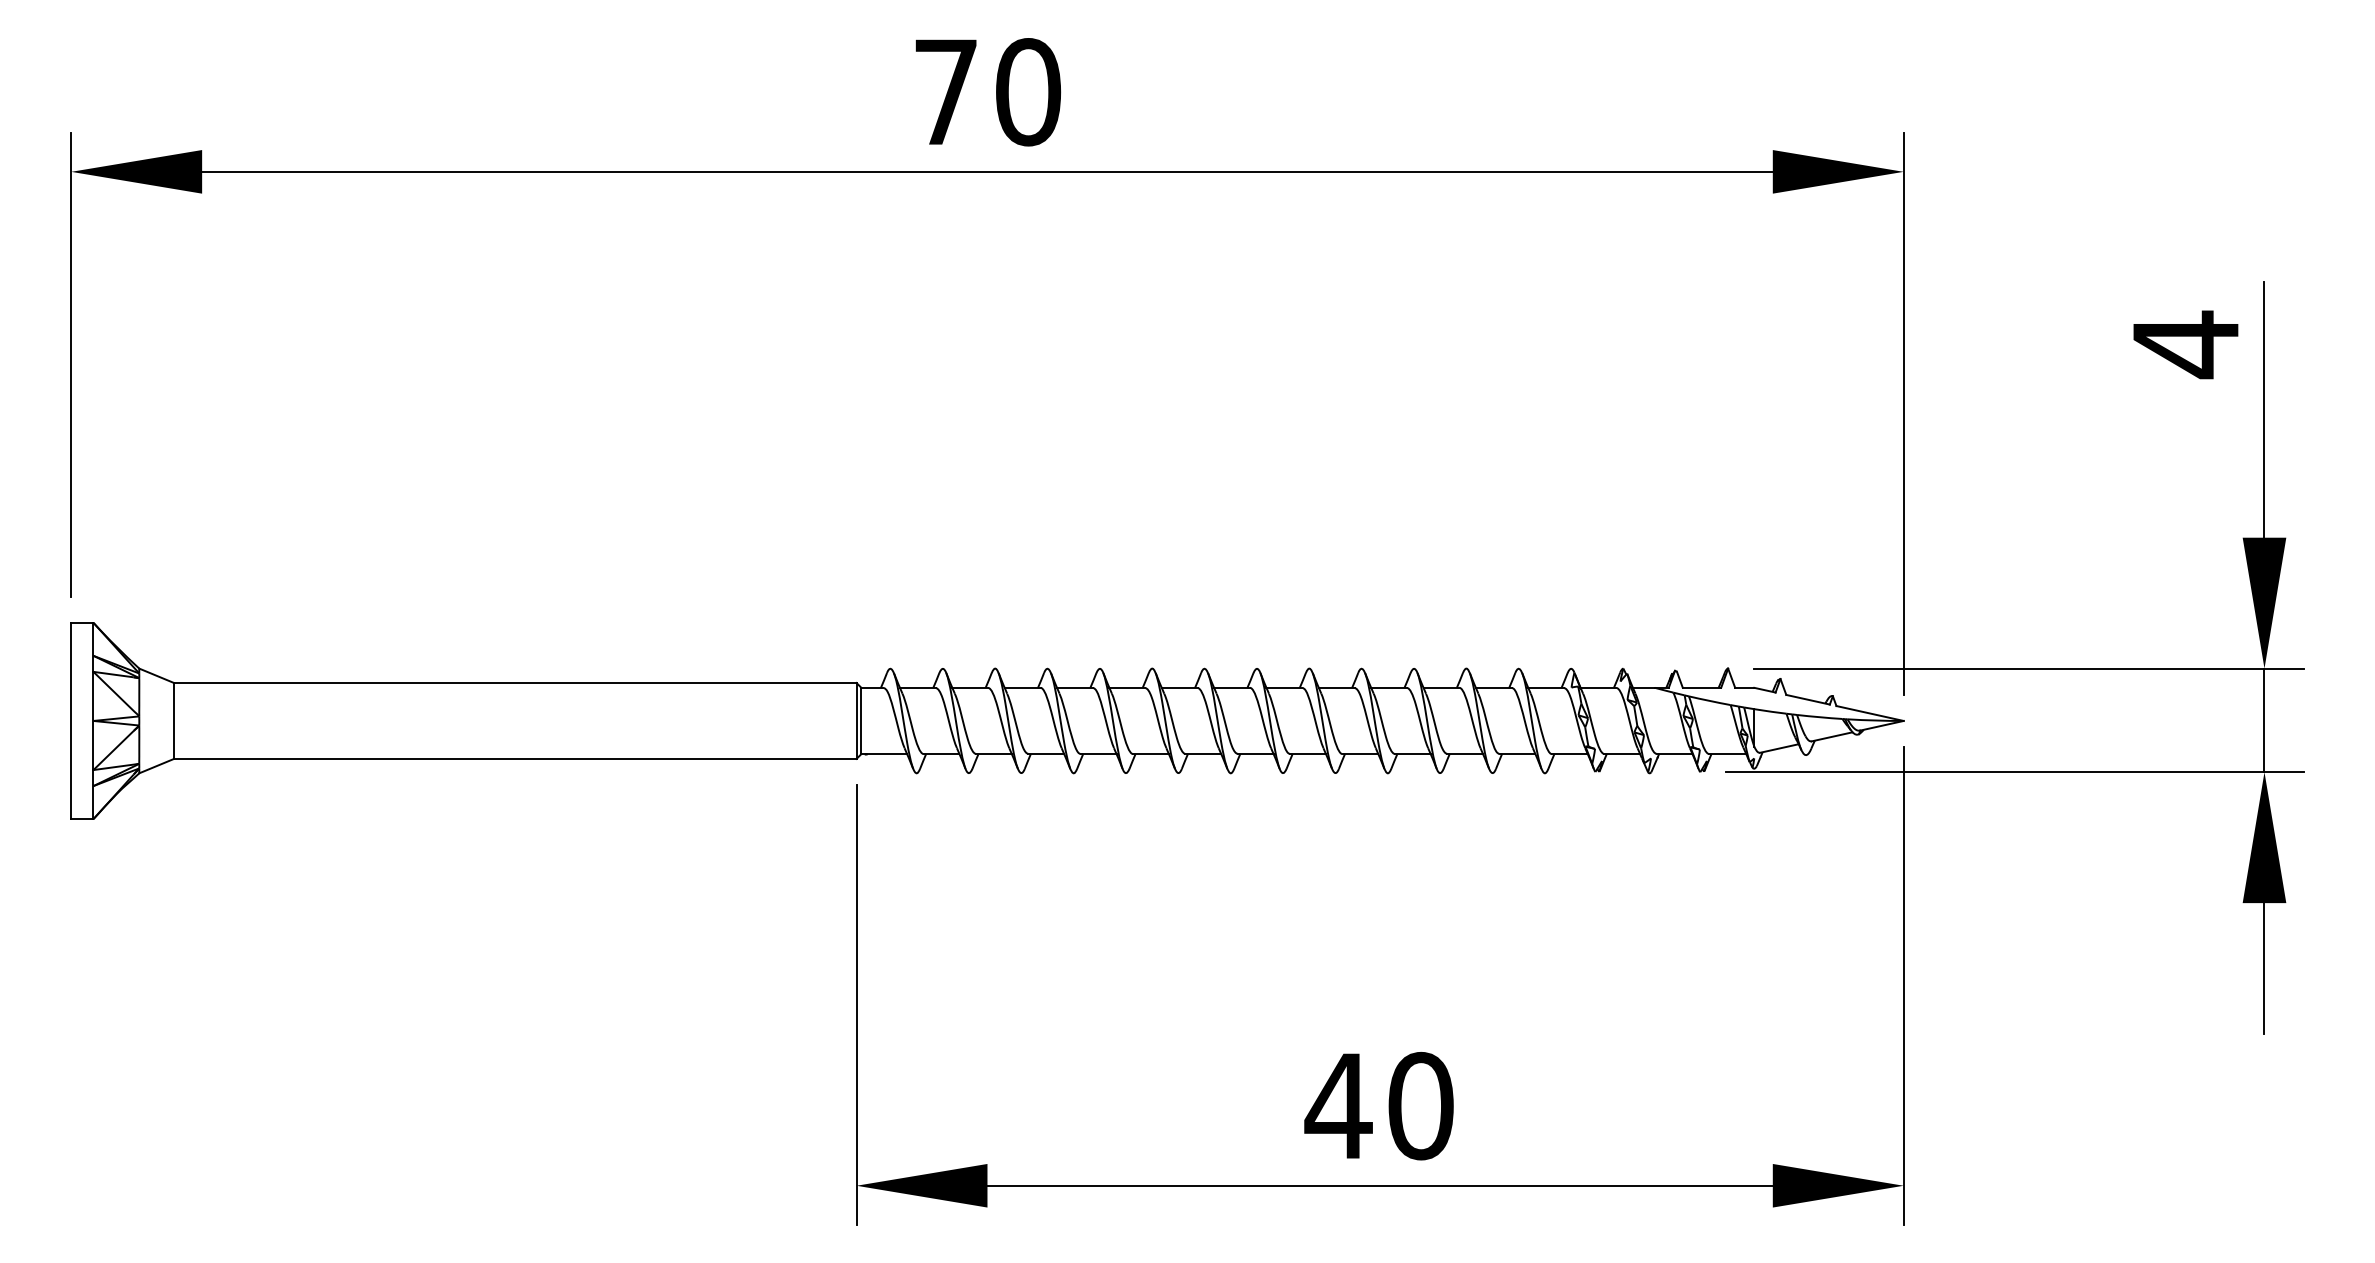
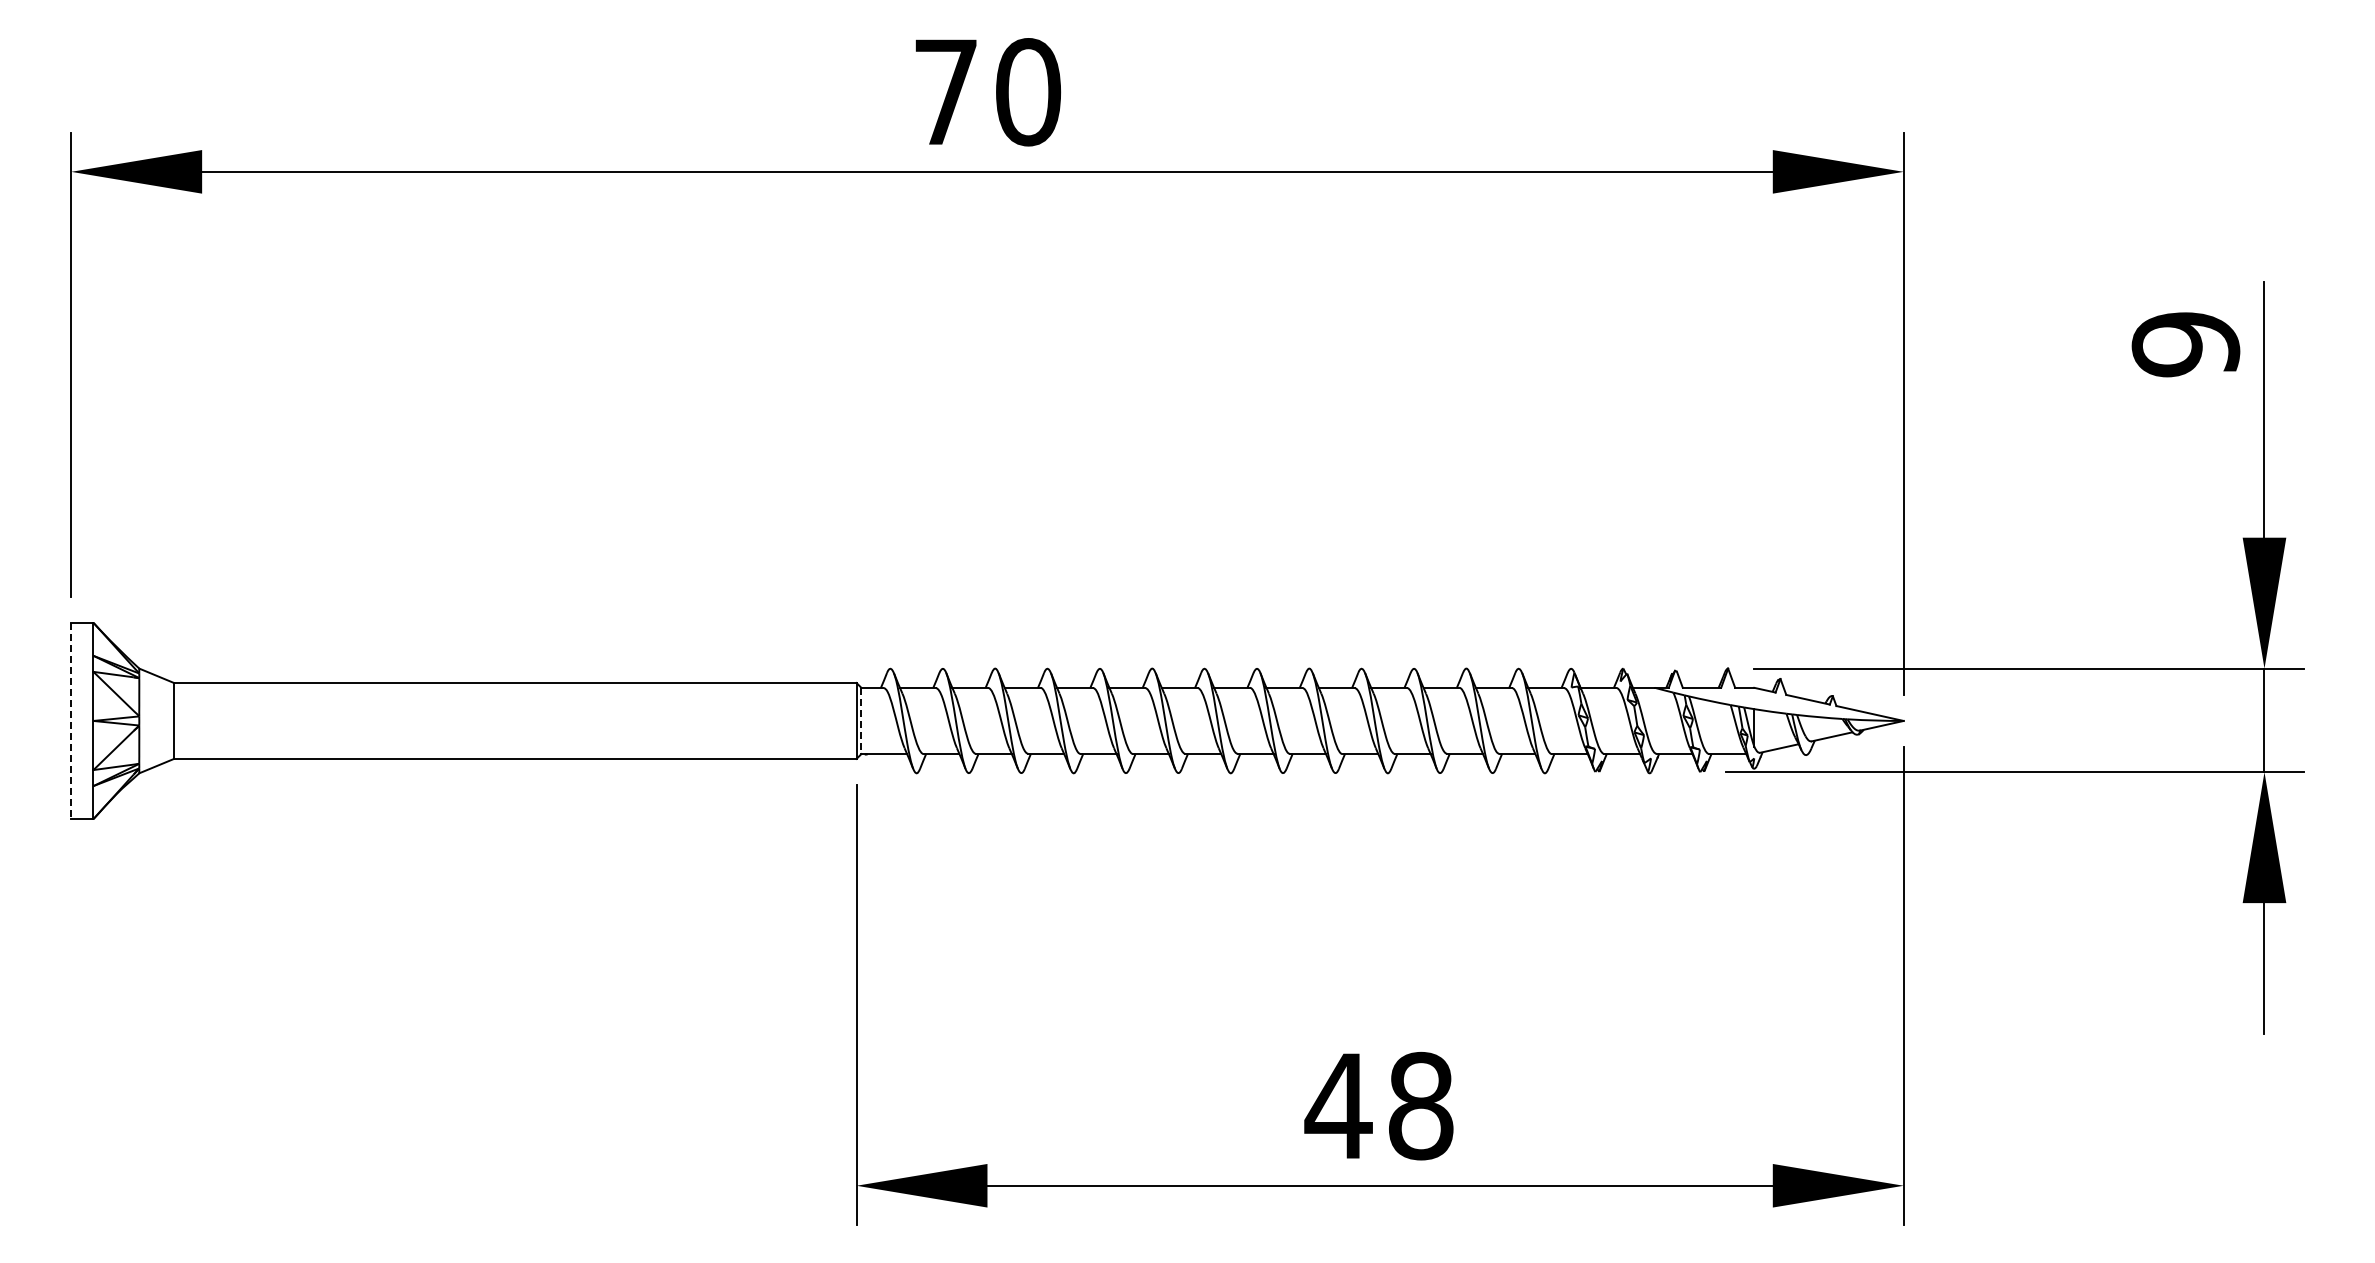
text at (2185, 344): 4 -> 9
line at (71, 721): solid -> dashed
line at (861, 721): solid -> dashed
text at (1420, 1106): 40 -> 48
